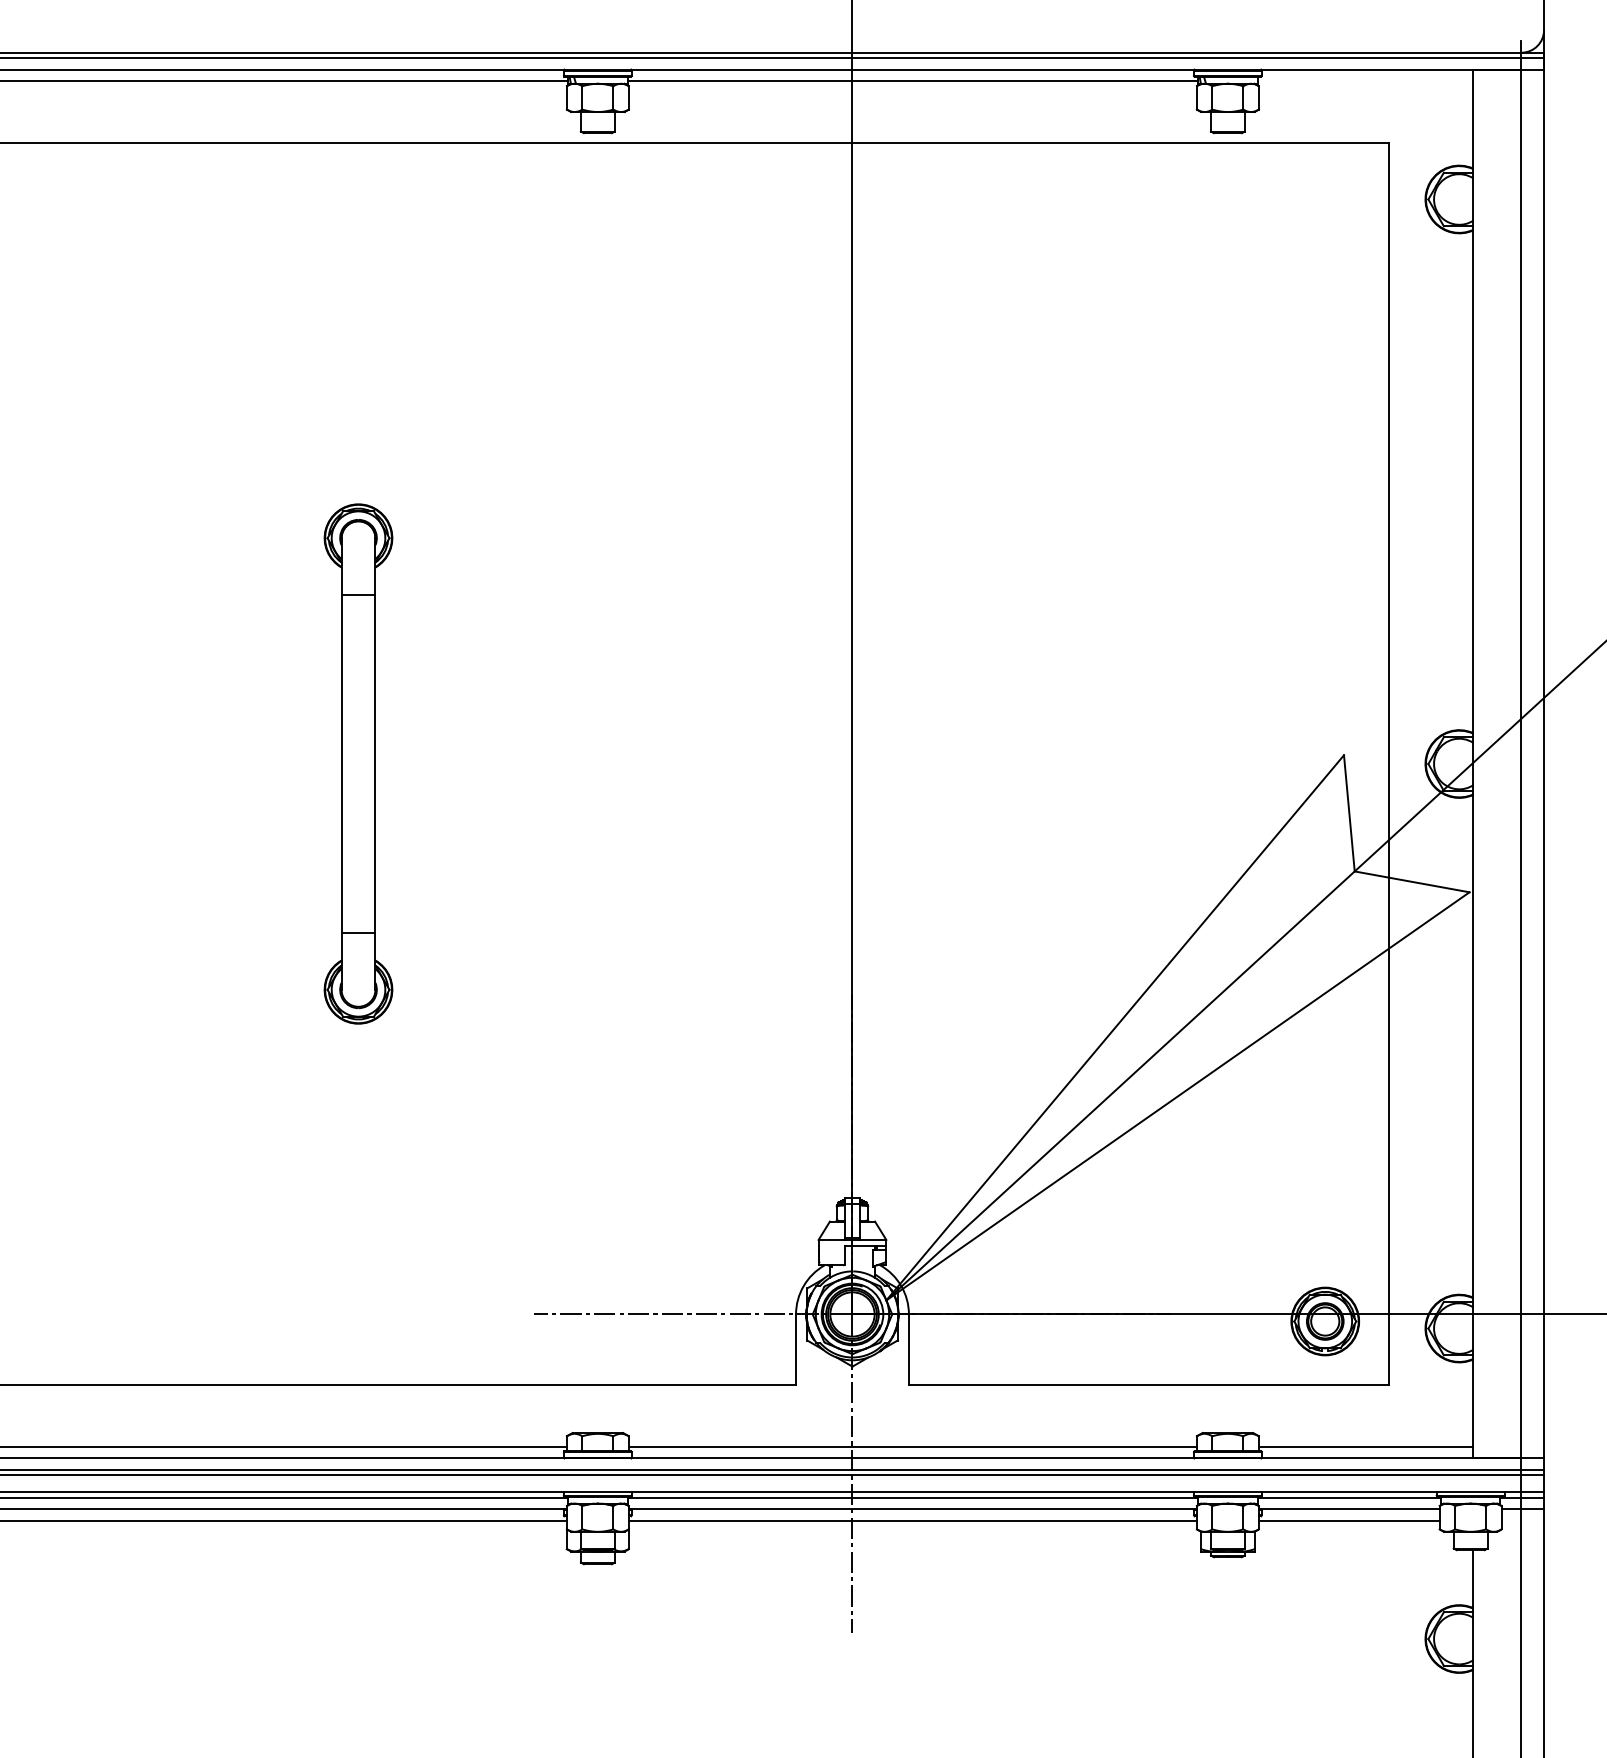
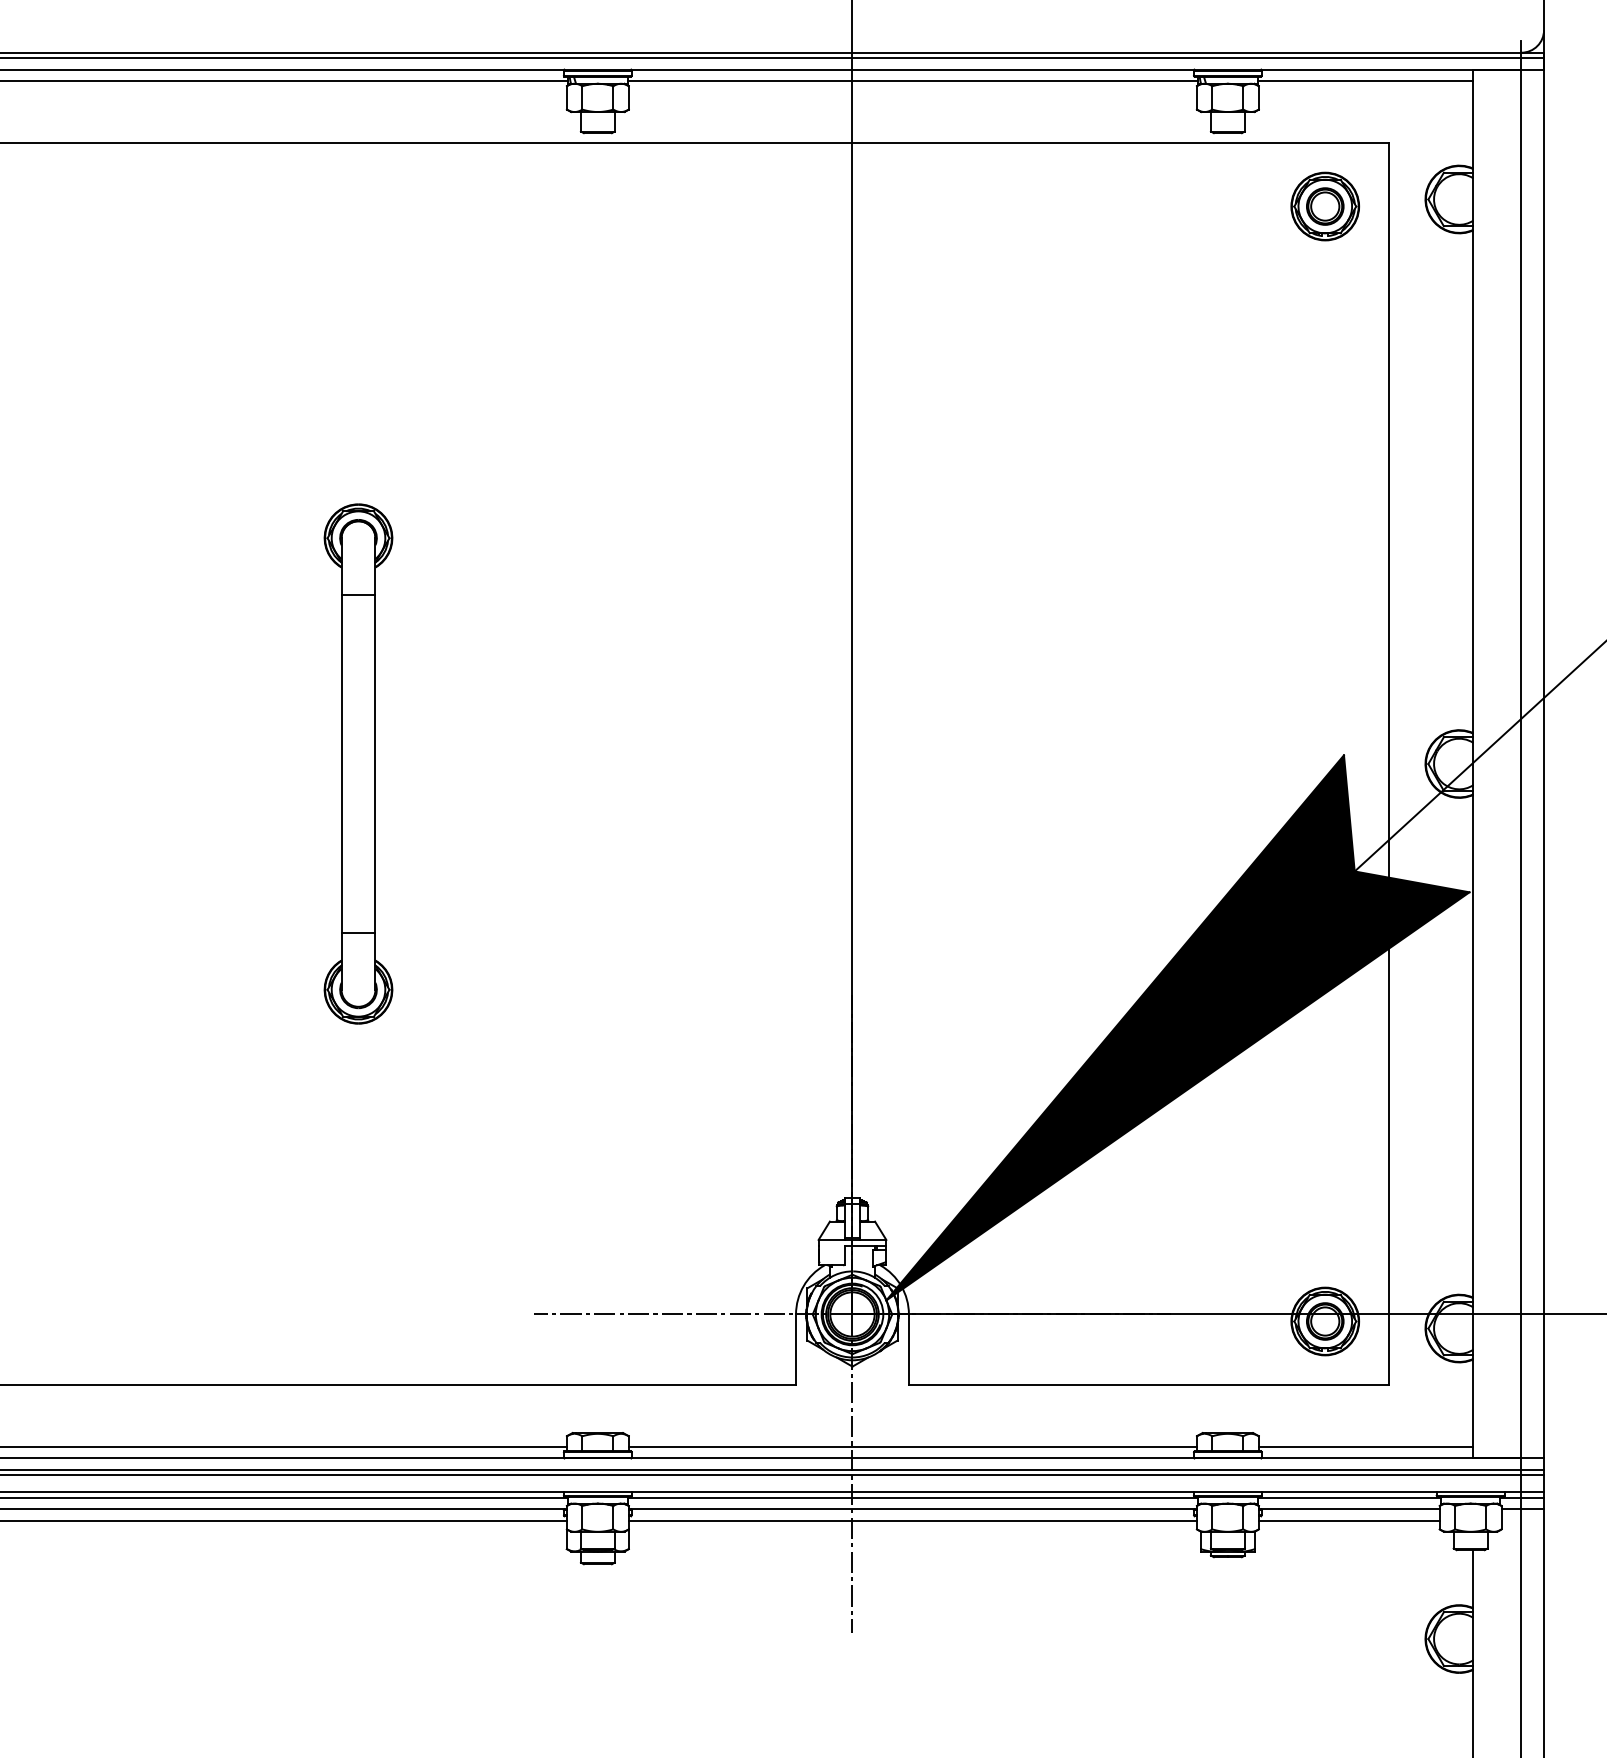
line at (1365, 80): none -> present
part at (1324, 206): none -> present
fill at (1177, 1027): none -> present
